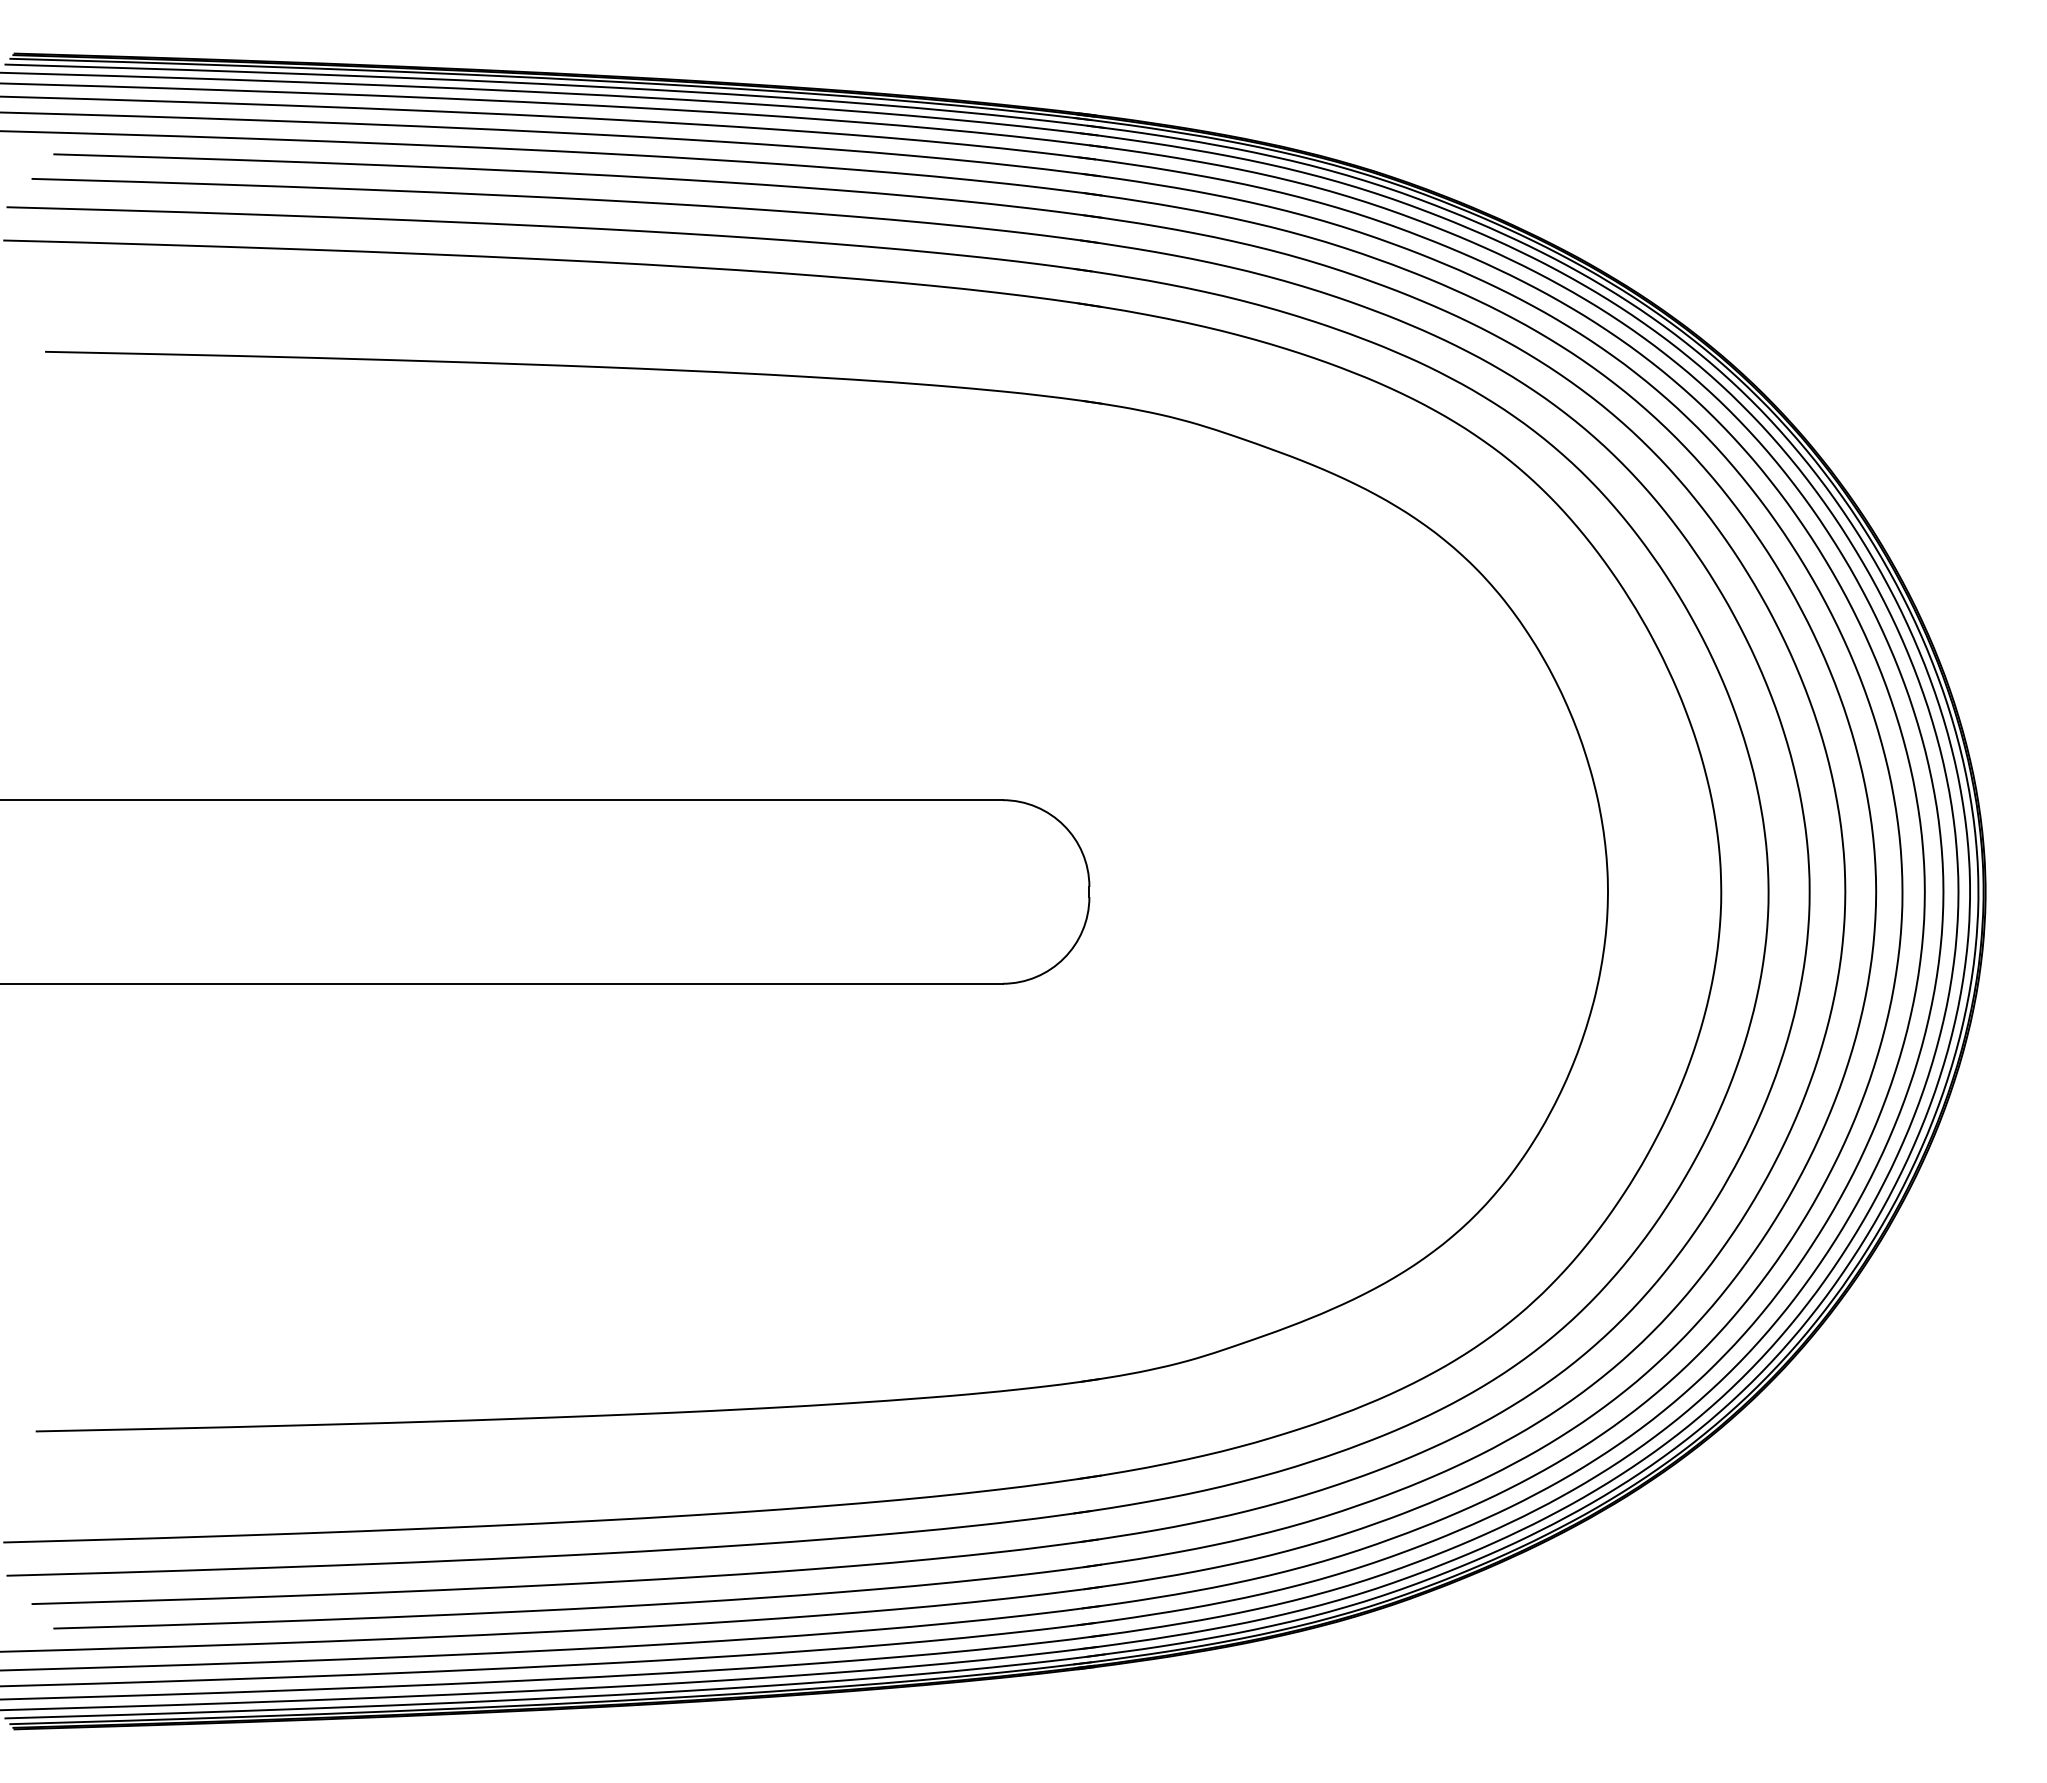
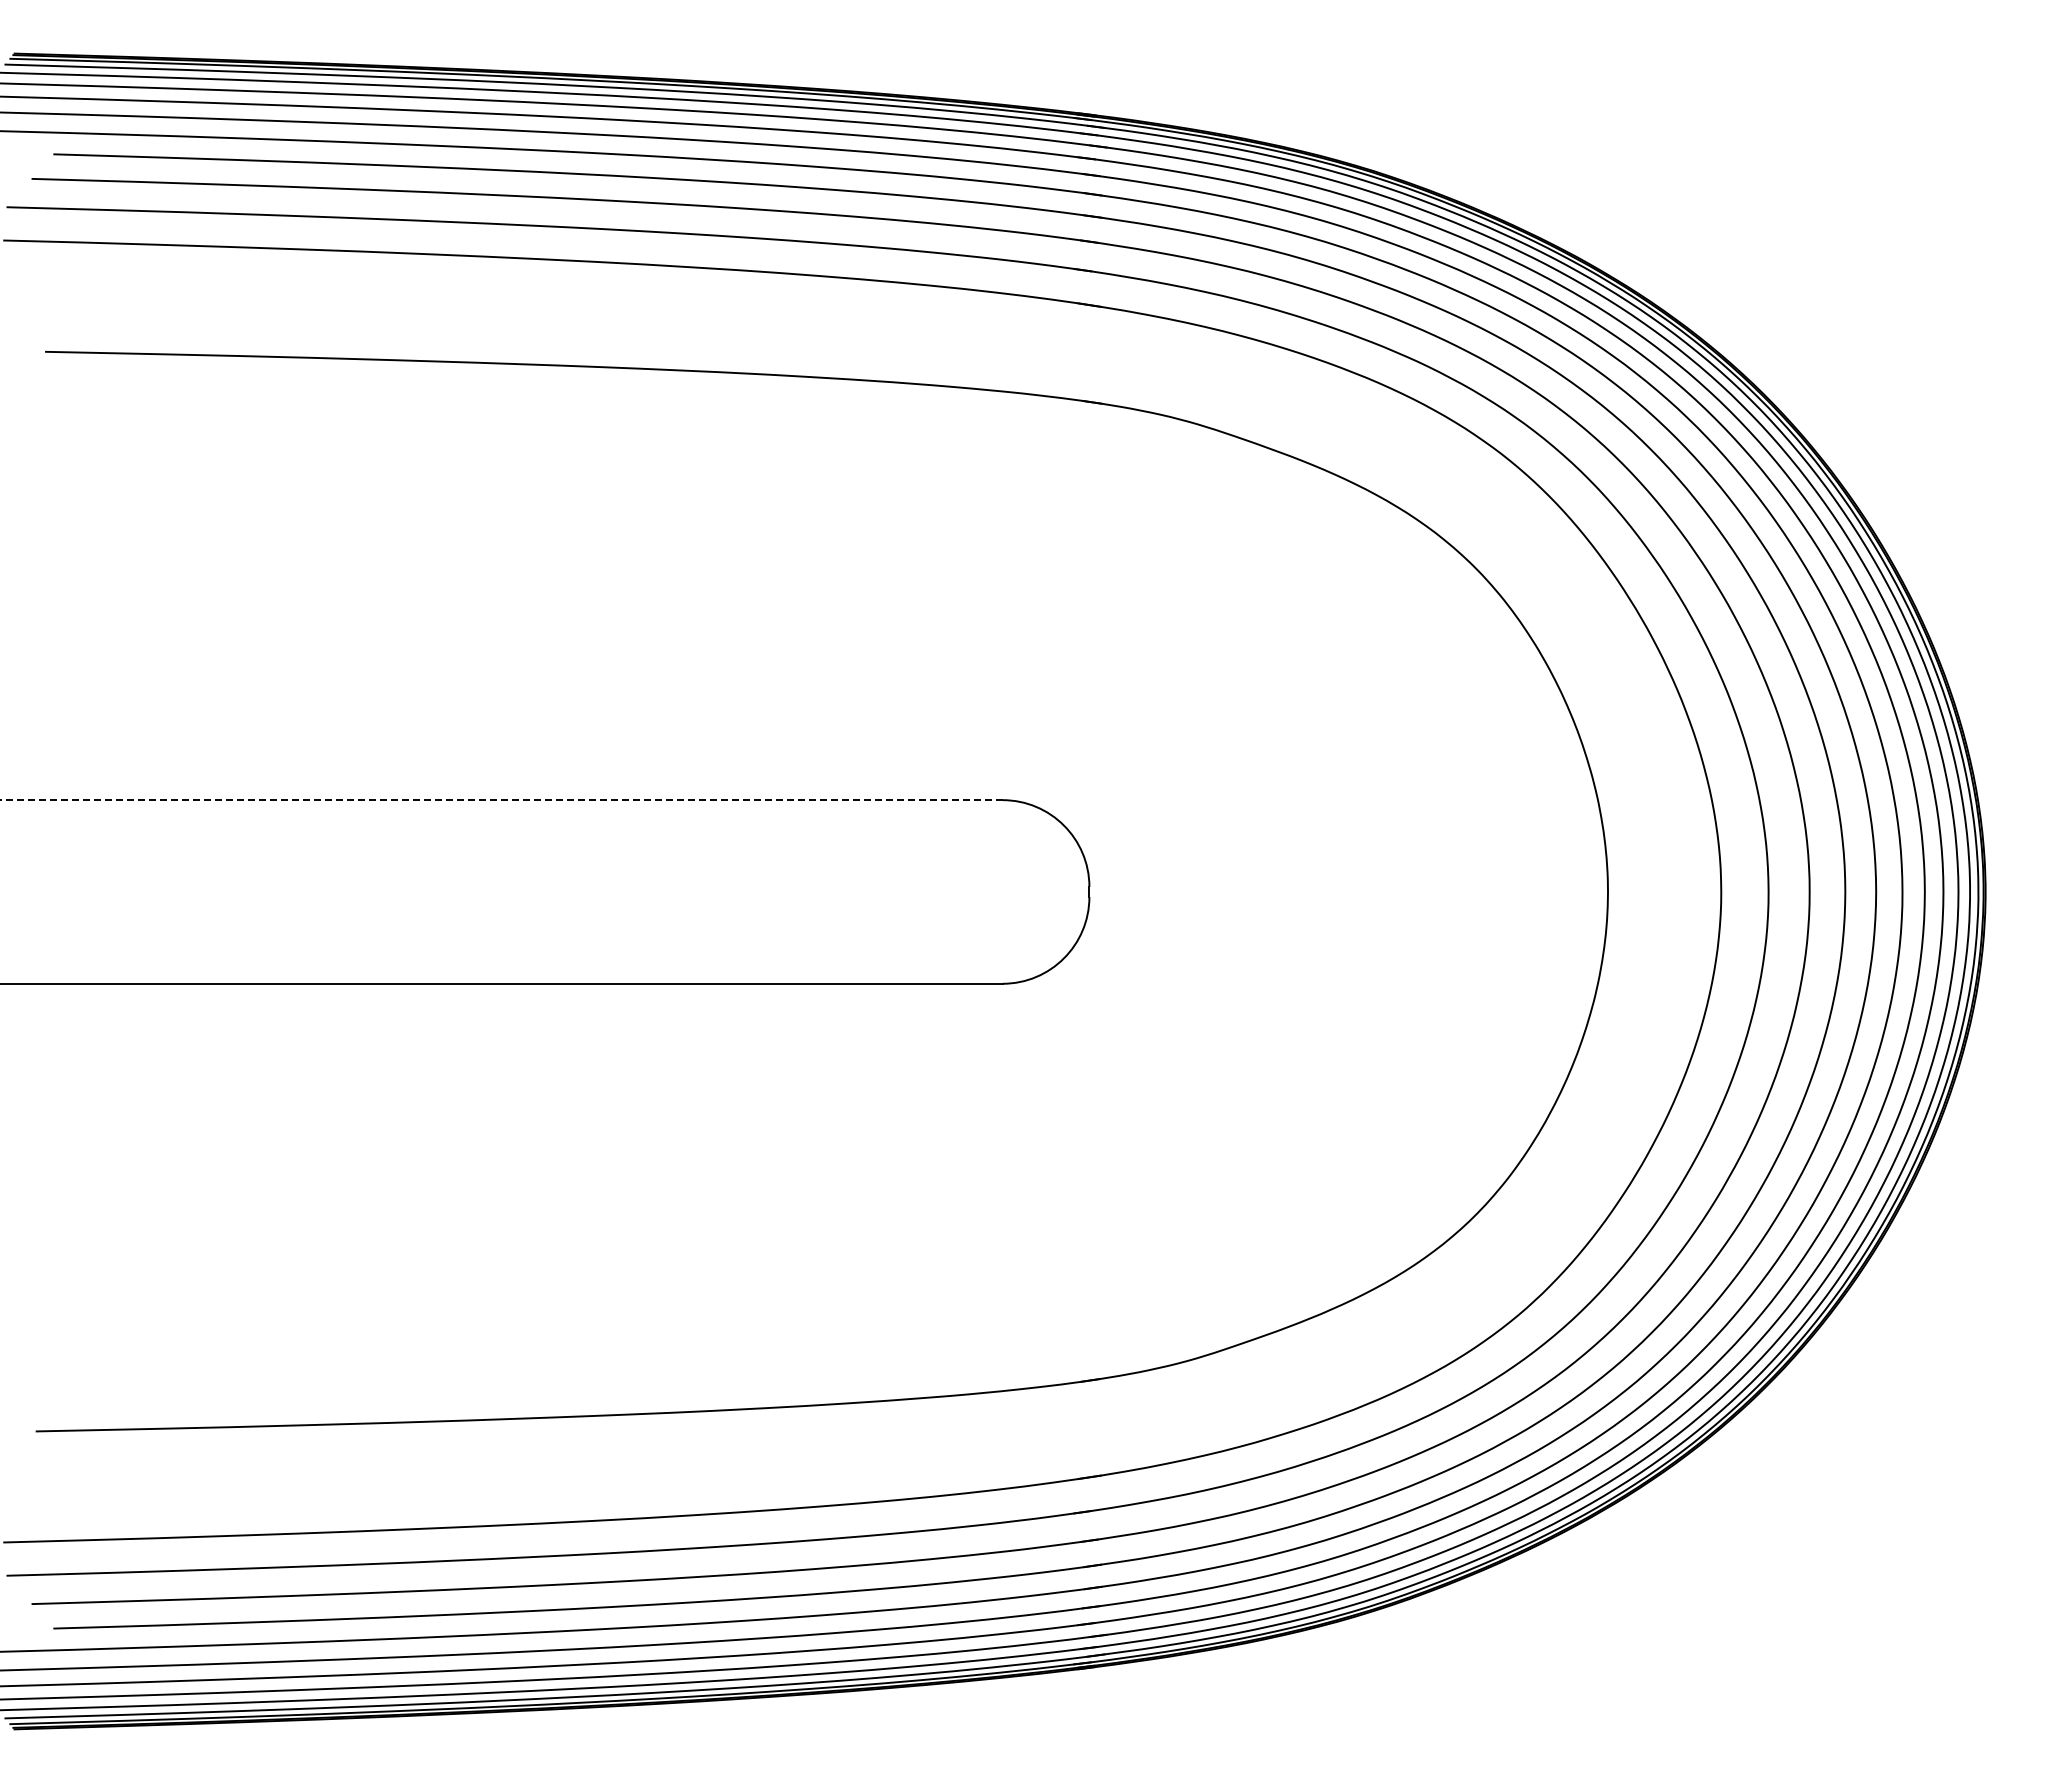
line at (501, 800): solid -> dashed
